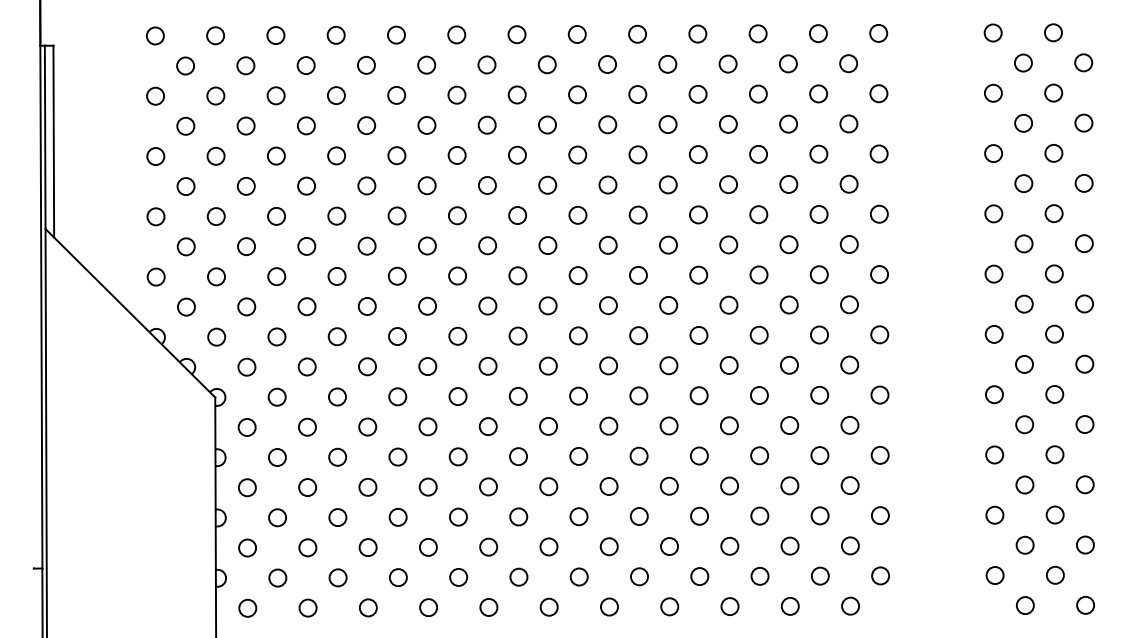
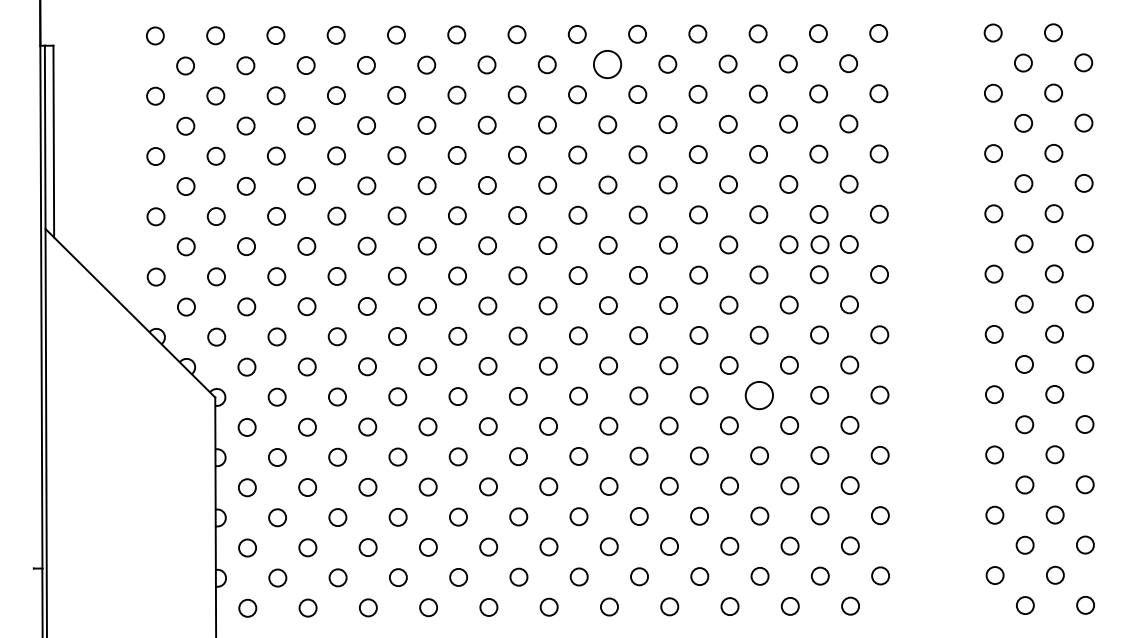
circle at (607, 64) diameter: 17 px -> 27 px
circle at (819, 244): none -> present
circle at (759, 395) size: 19x19 px -> 30x30 px
